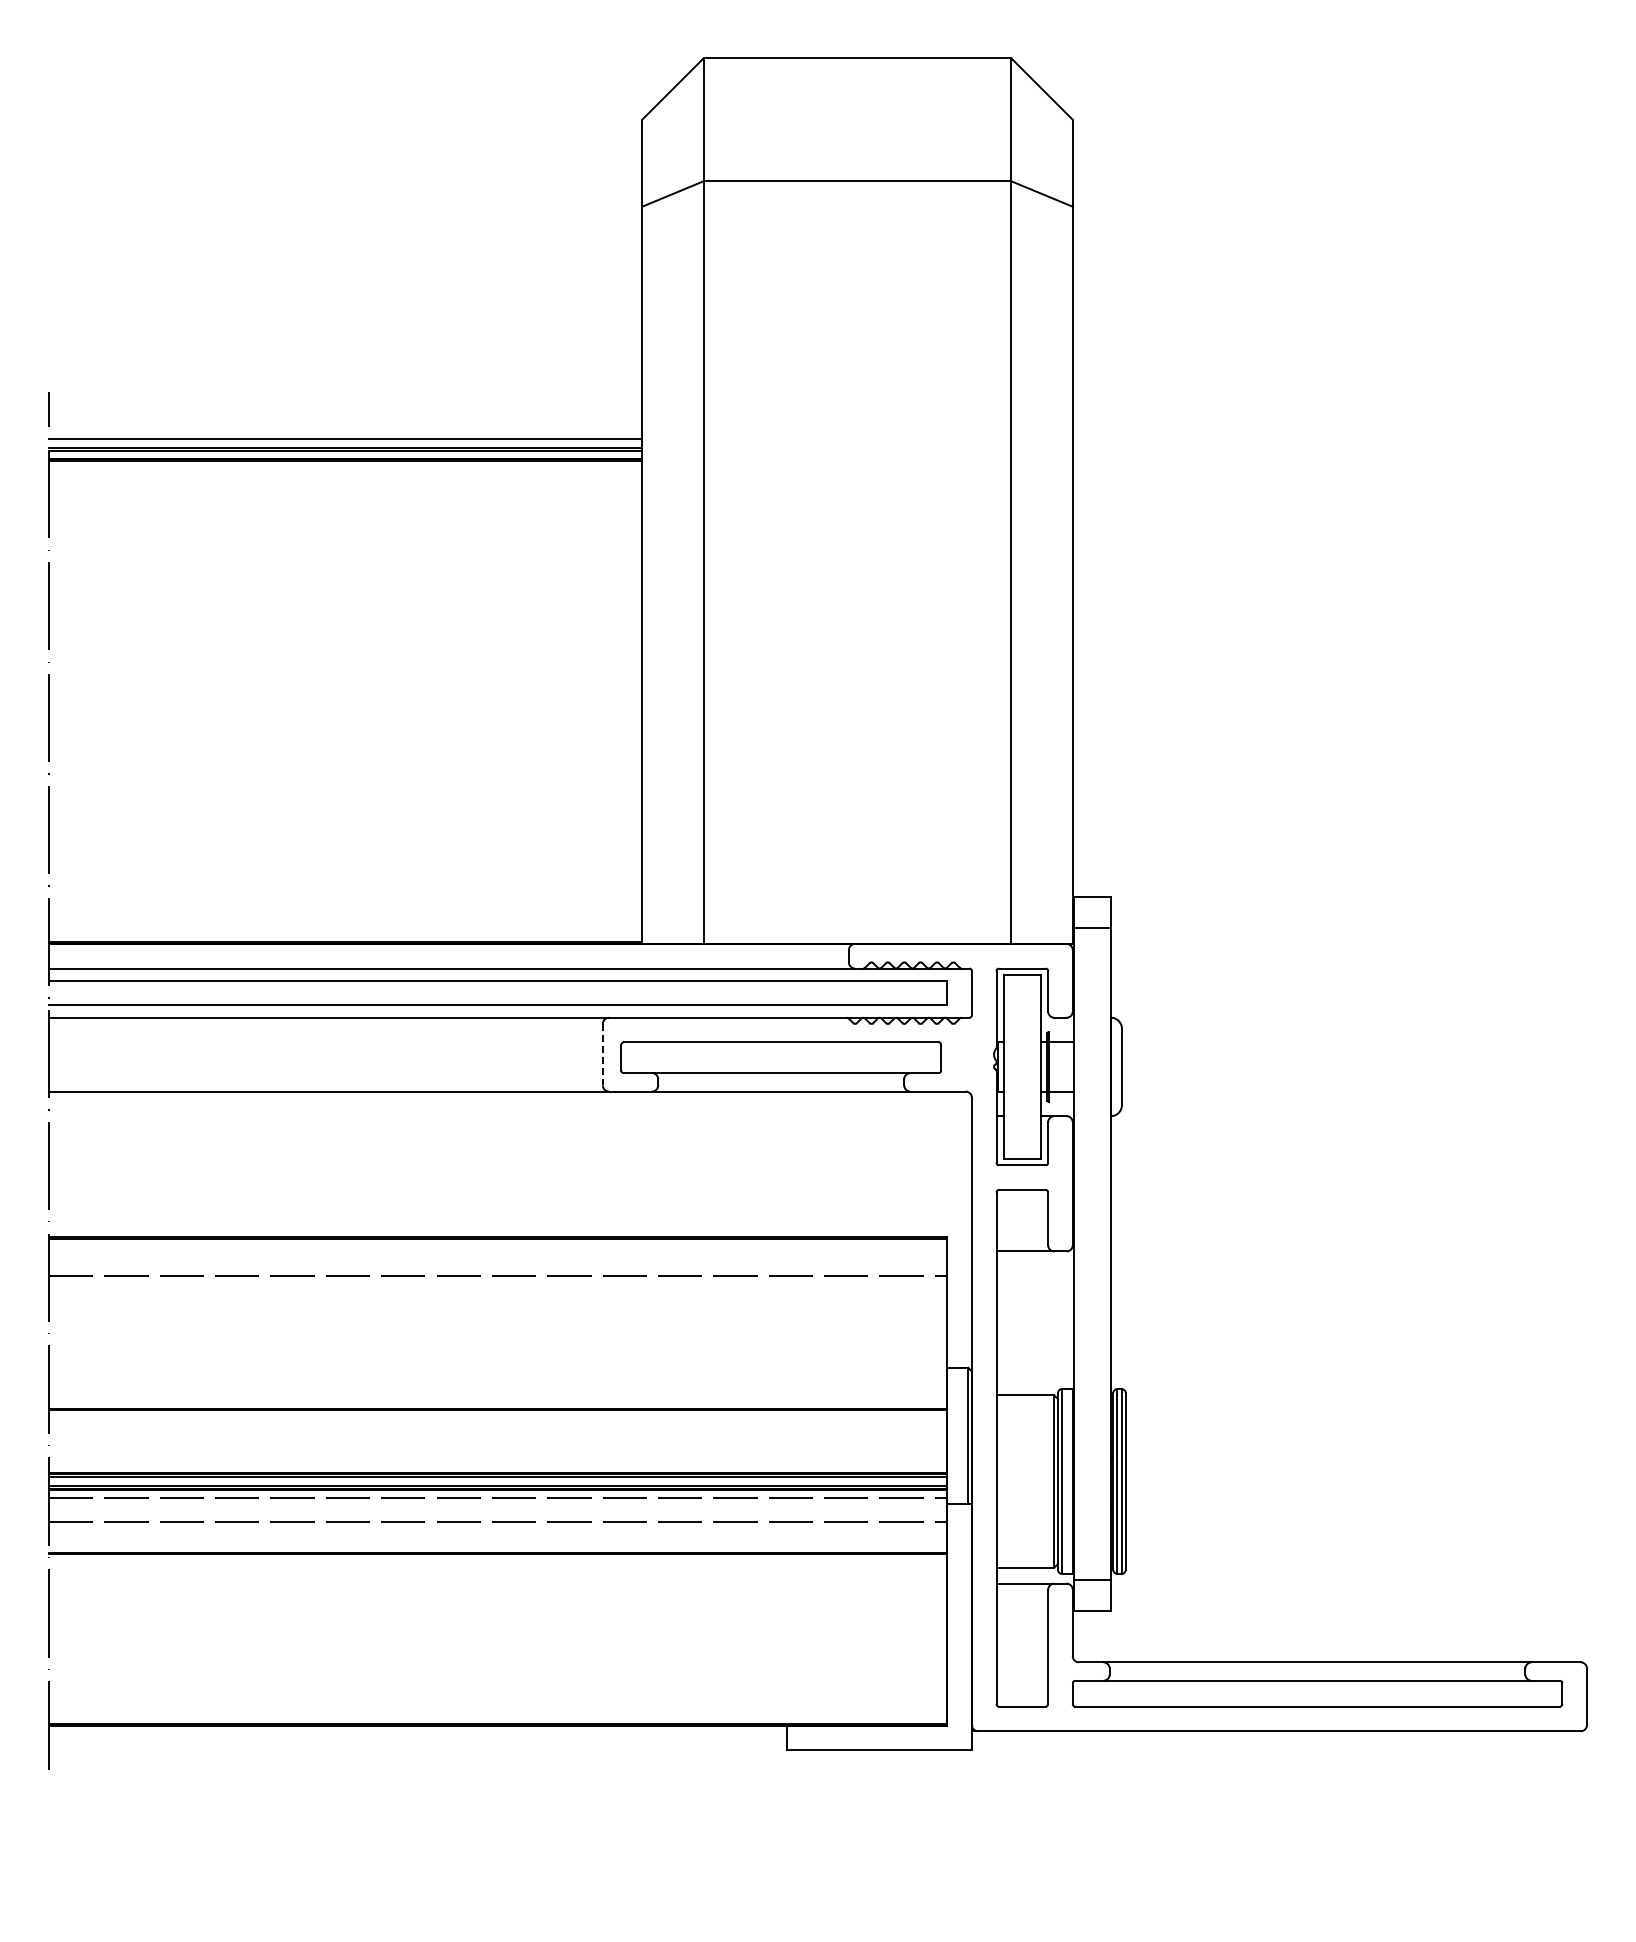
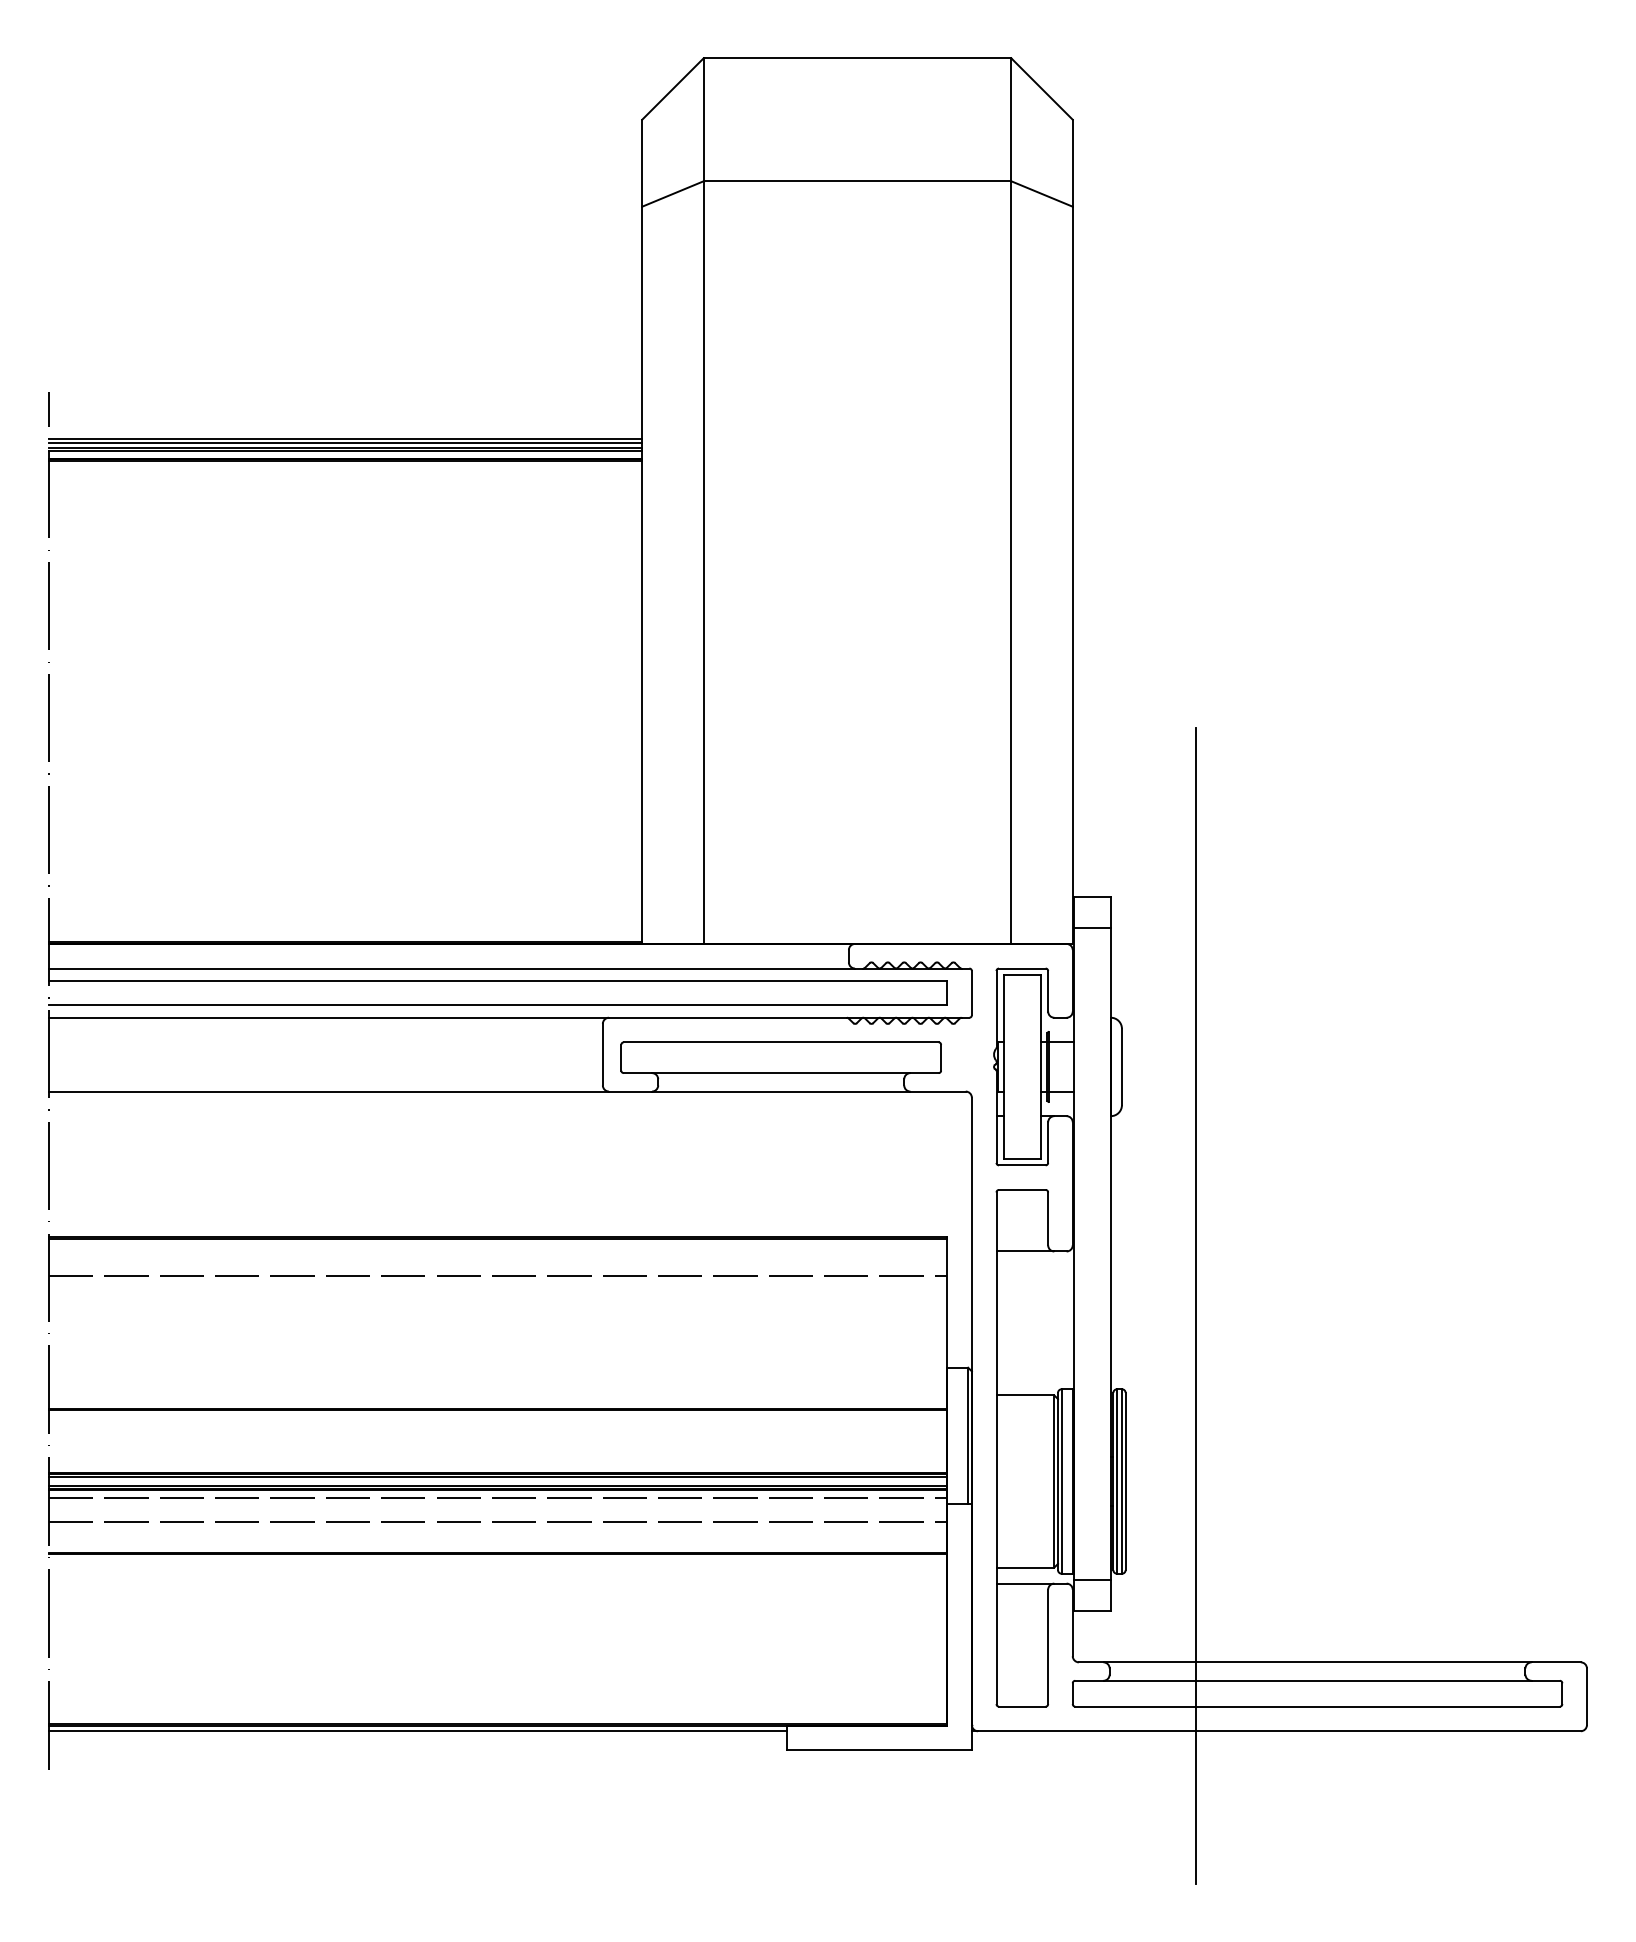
line at (345, 443): none -> present
line at (602, 1054): dashed -> solid
line at (1195, 1305): none -> present
line at (418, 1731): none -> present
